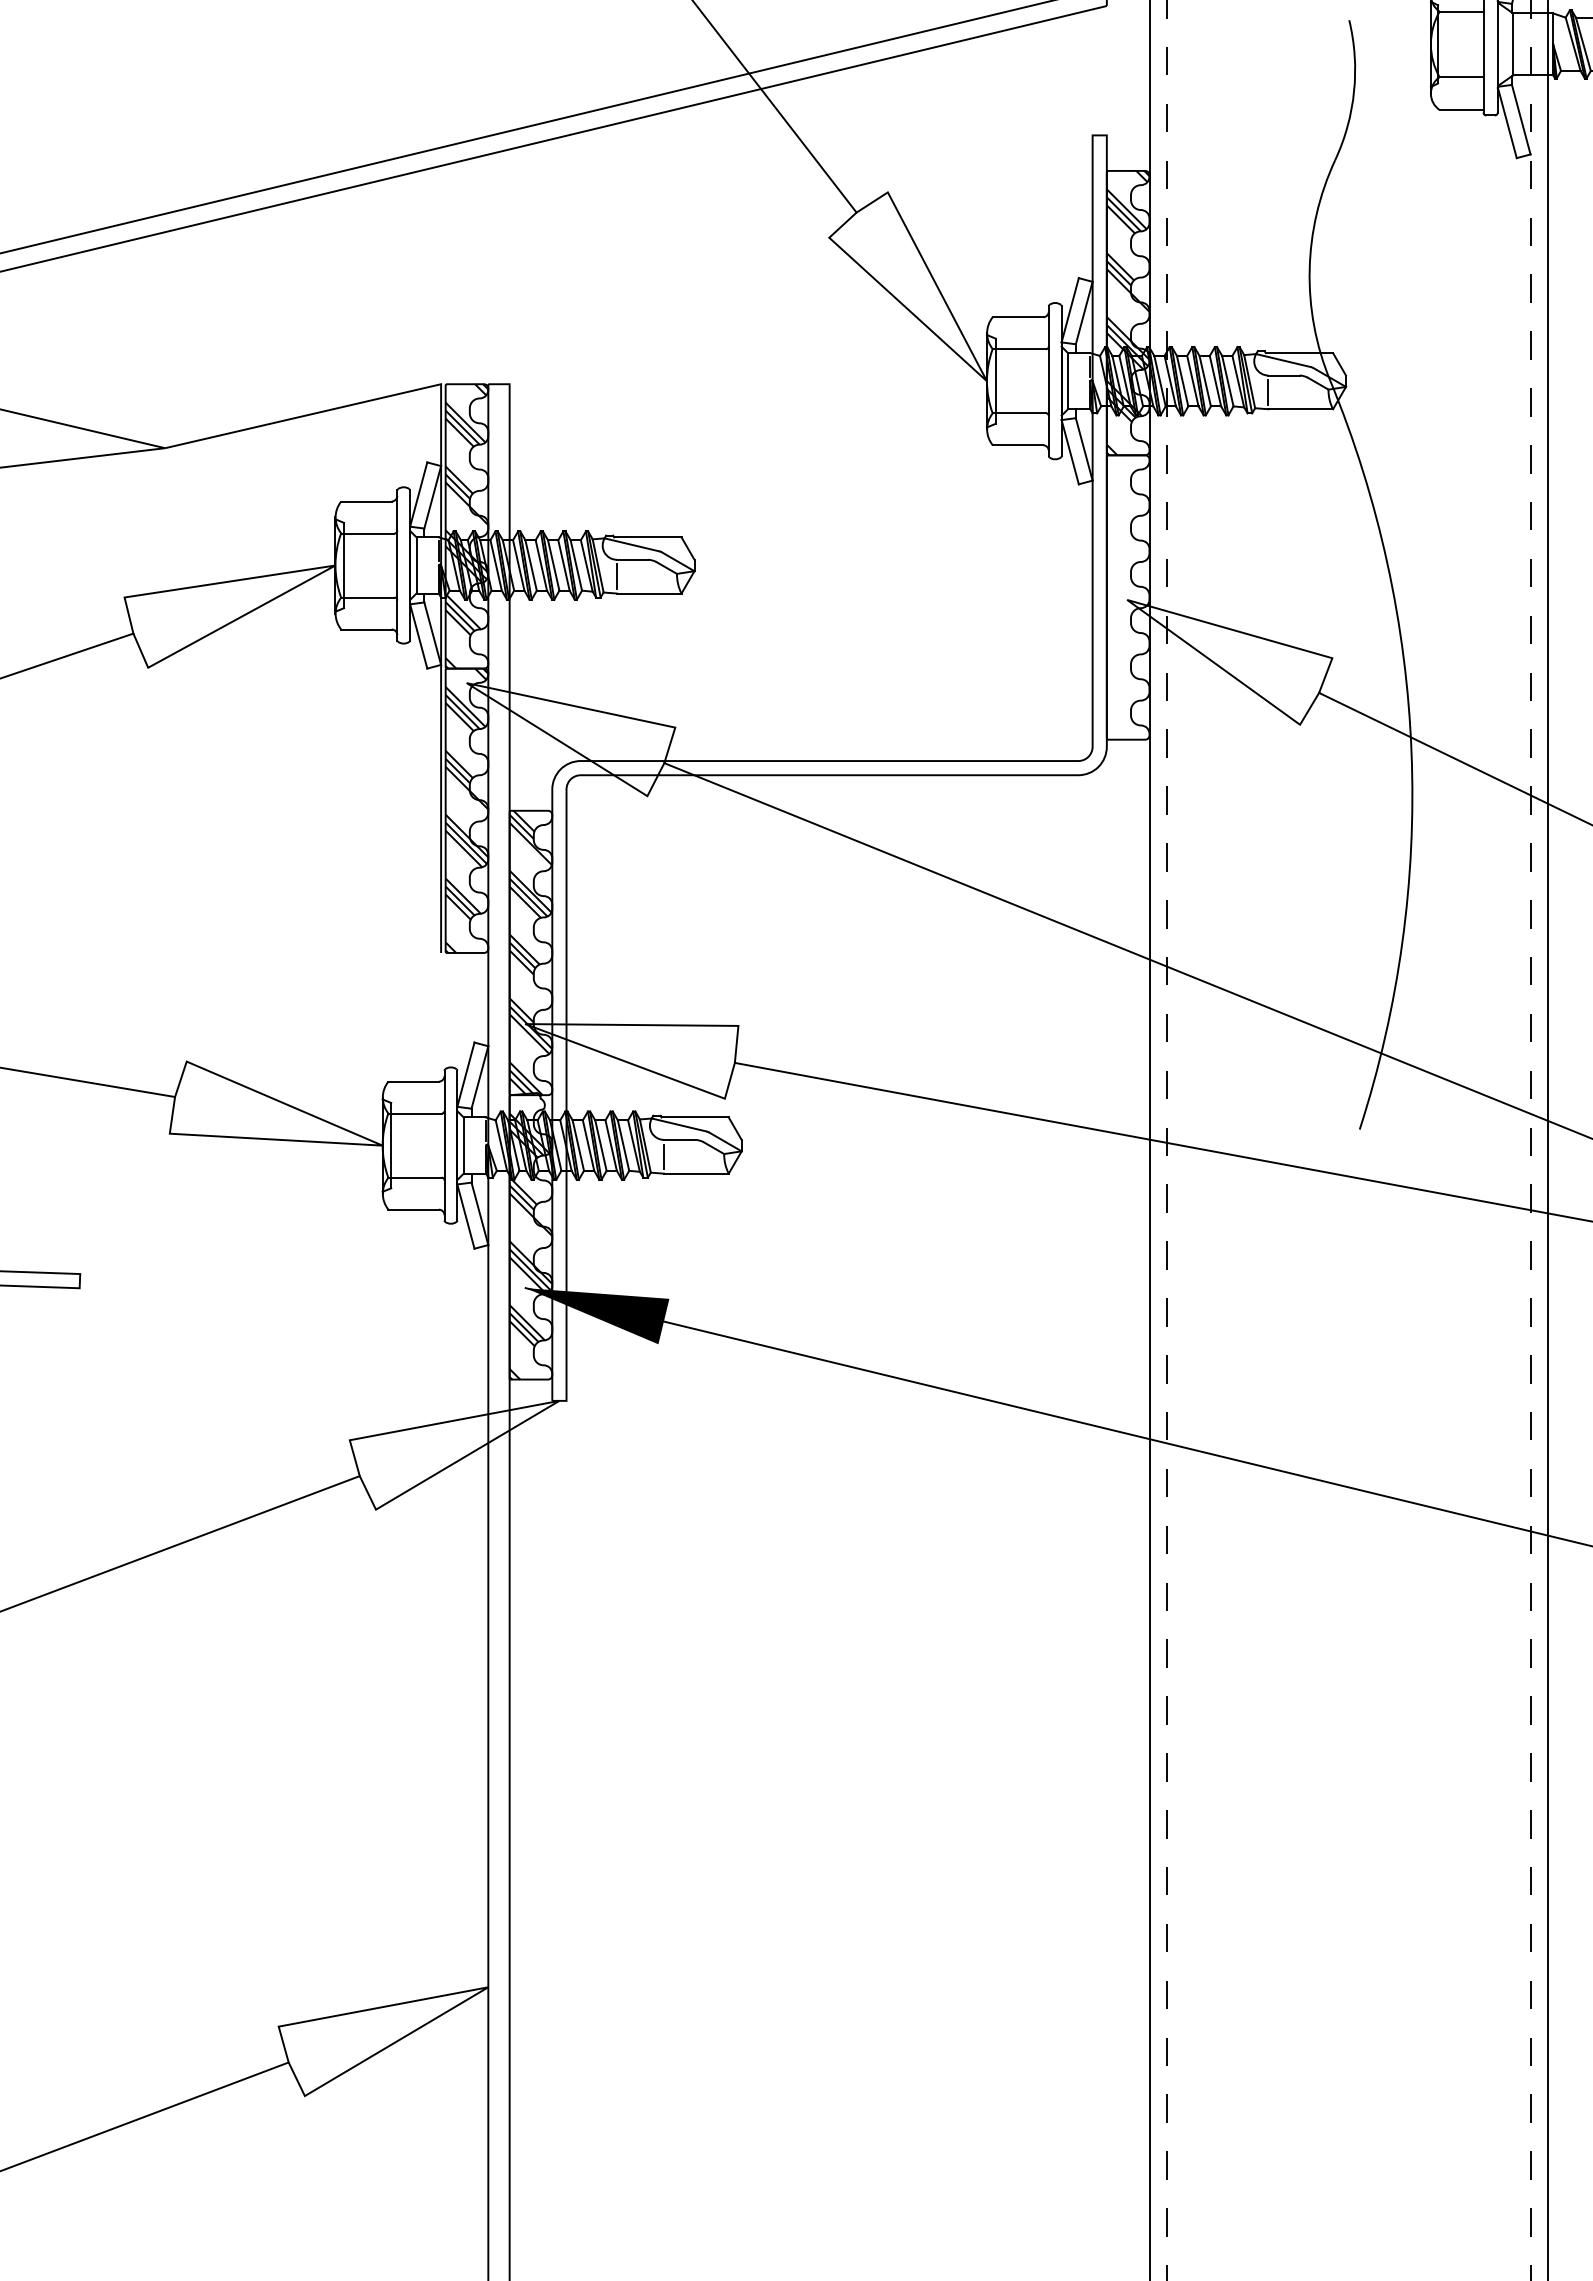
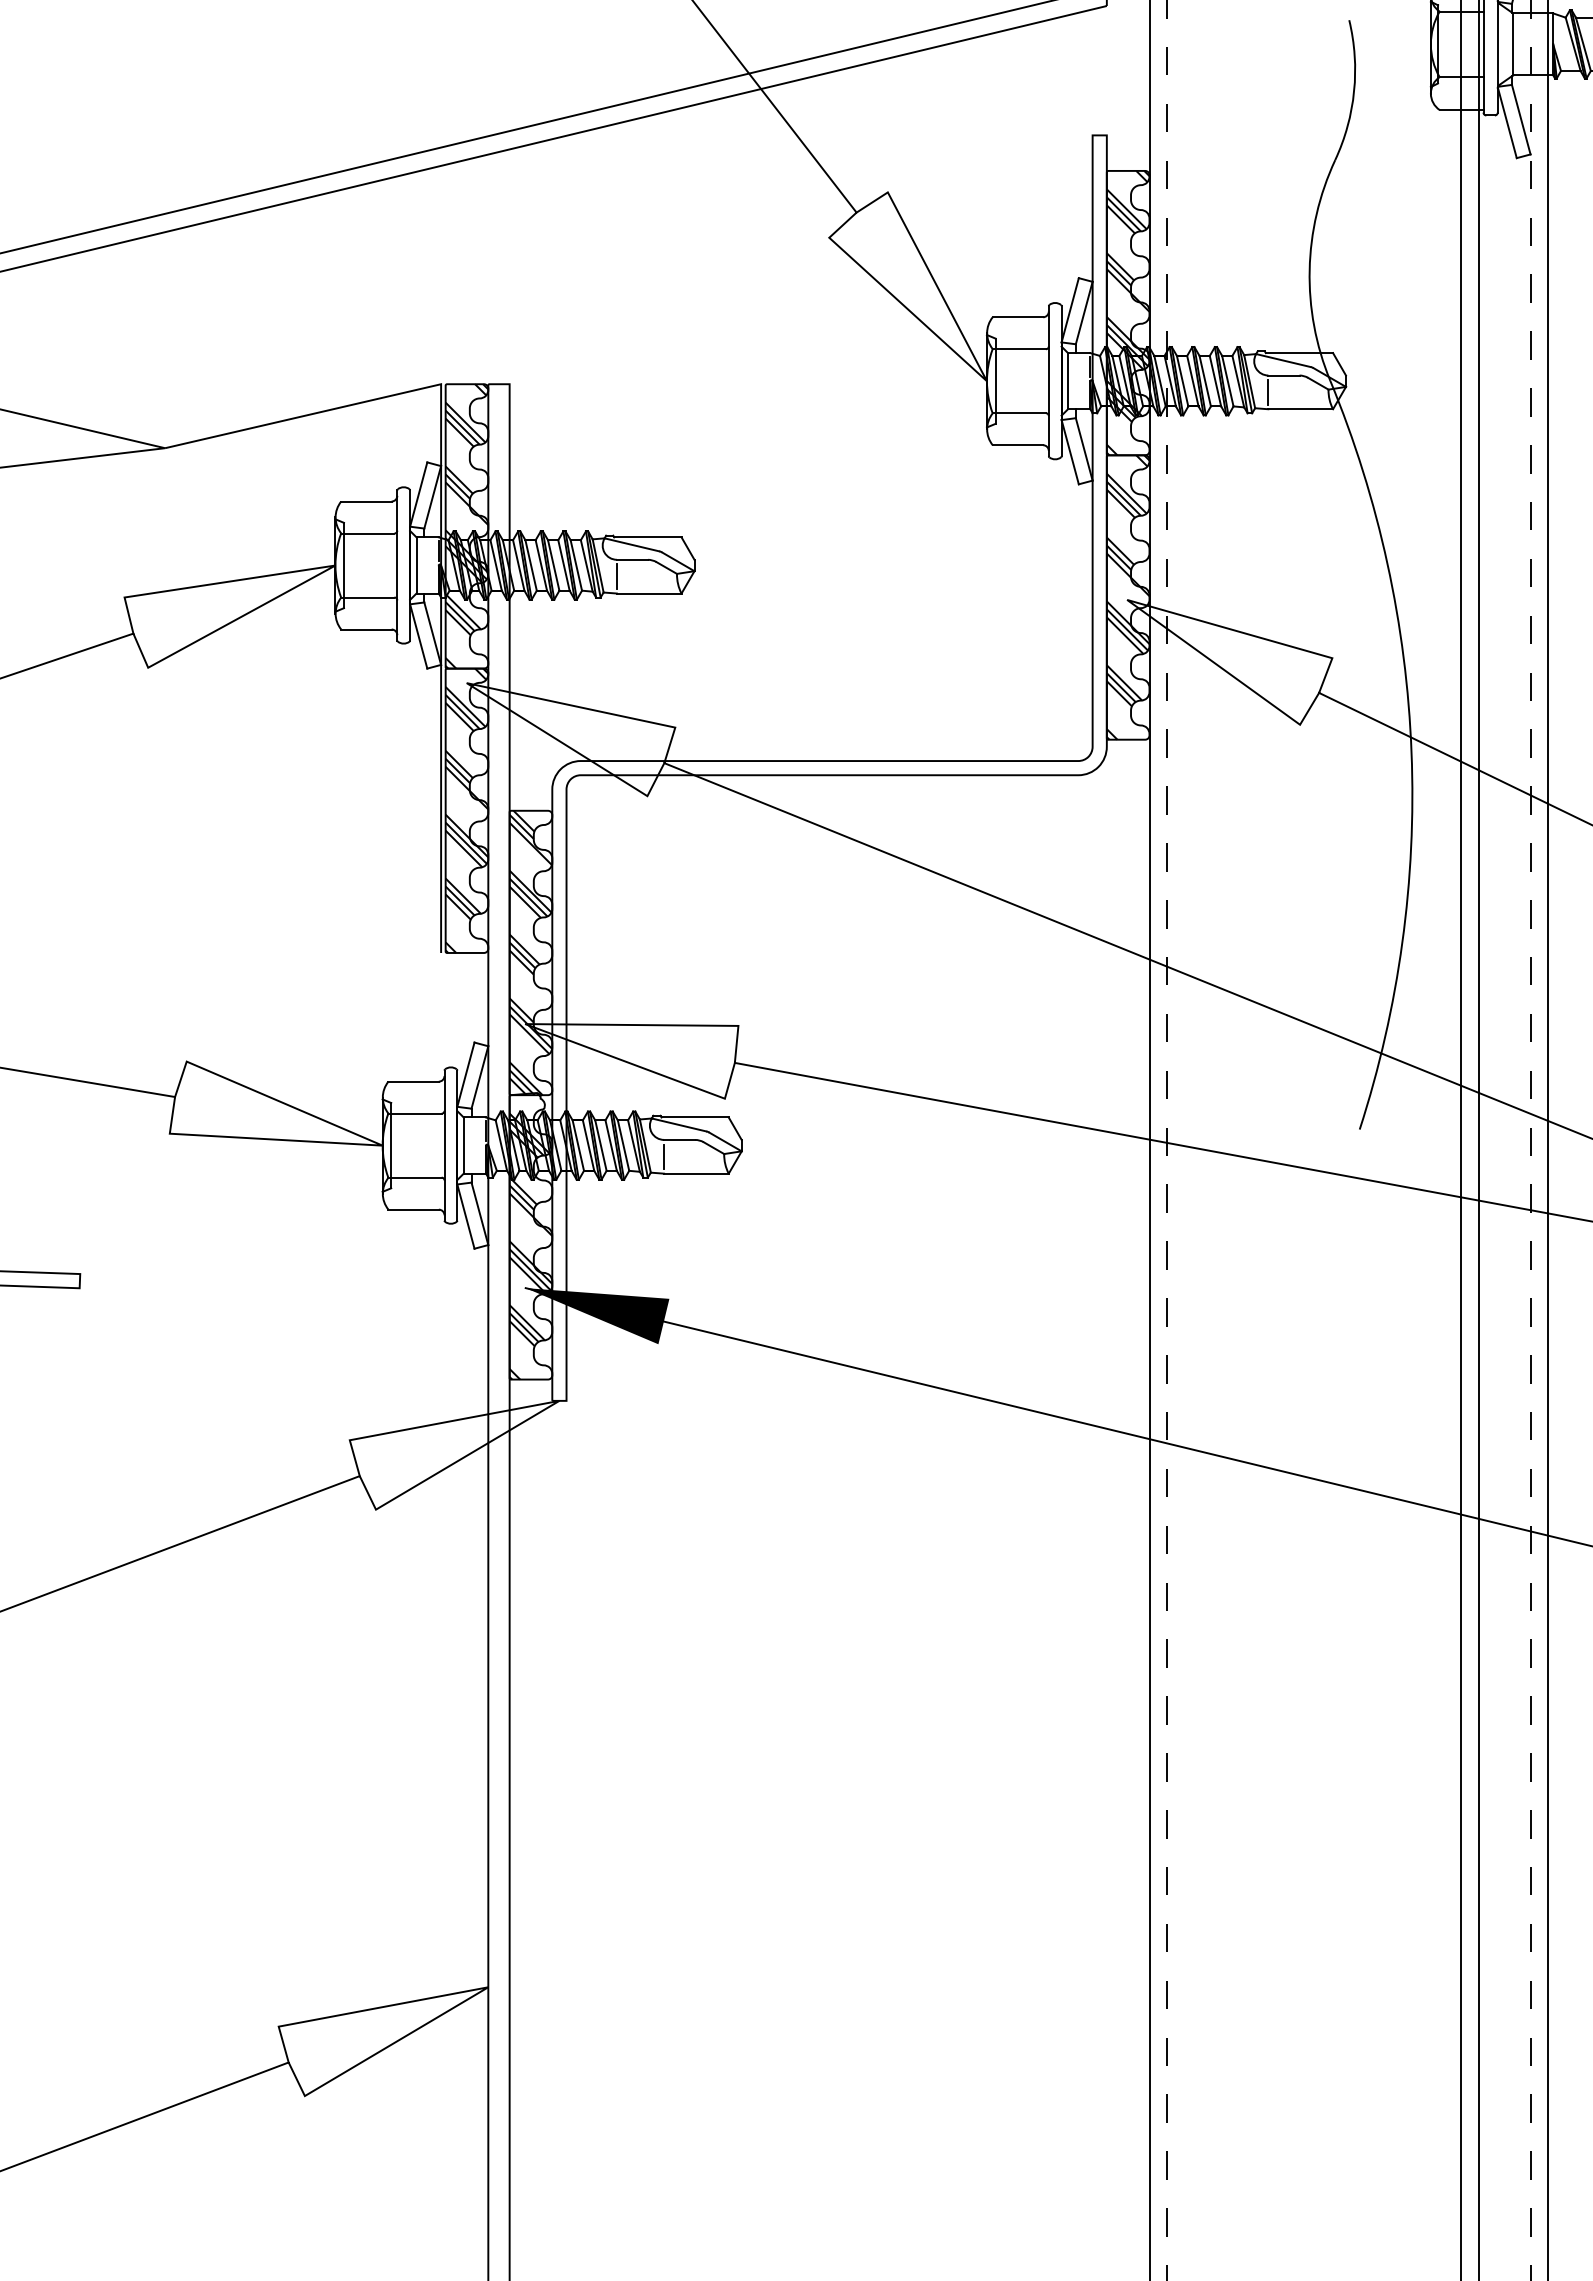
hatch at (1127, 597): none -> present
line at (1461, 1139): none -> present
line at (1478, 1139): none -> present
